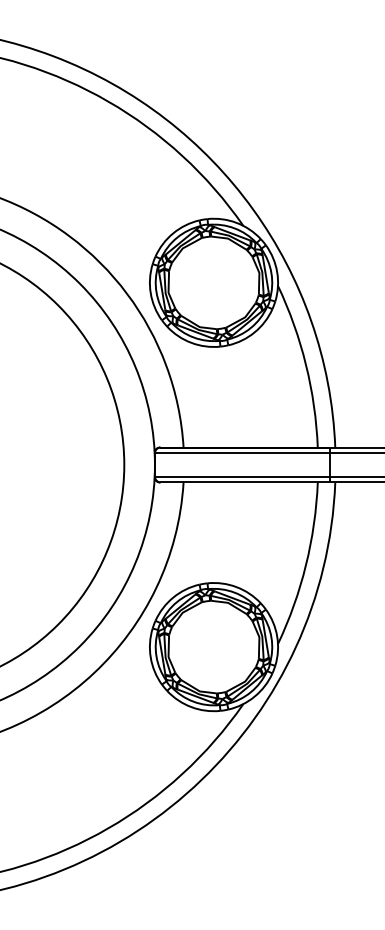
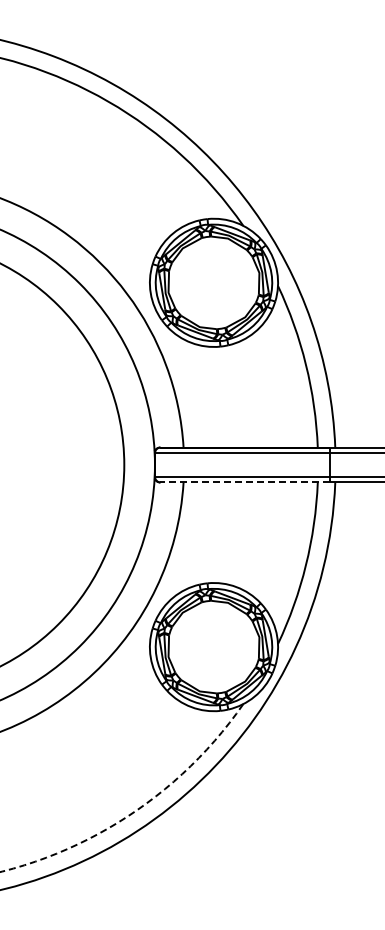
line at (245, 482): solid -> dashed
line at (136, 810): solid -> dashed
